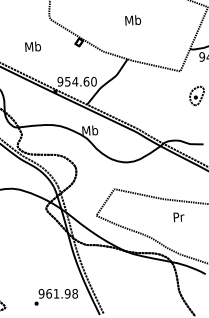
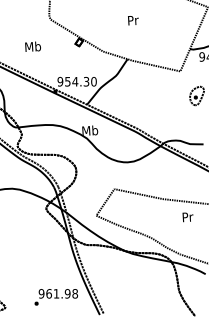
text at (133, 20): Mb -> Pr
text at (86, 81): 954.60 -> 954.30
text at (178, 217) position: (178, 217) -> (187, 217)
